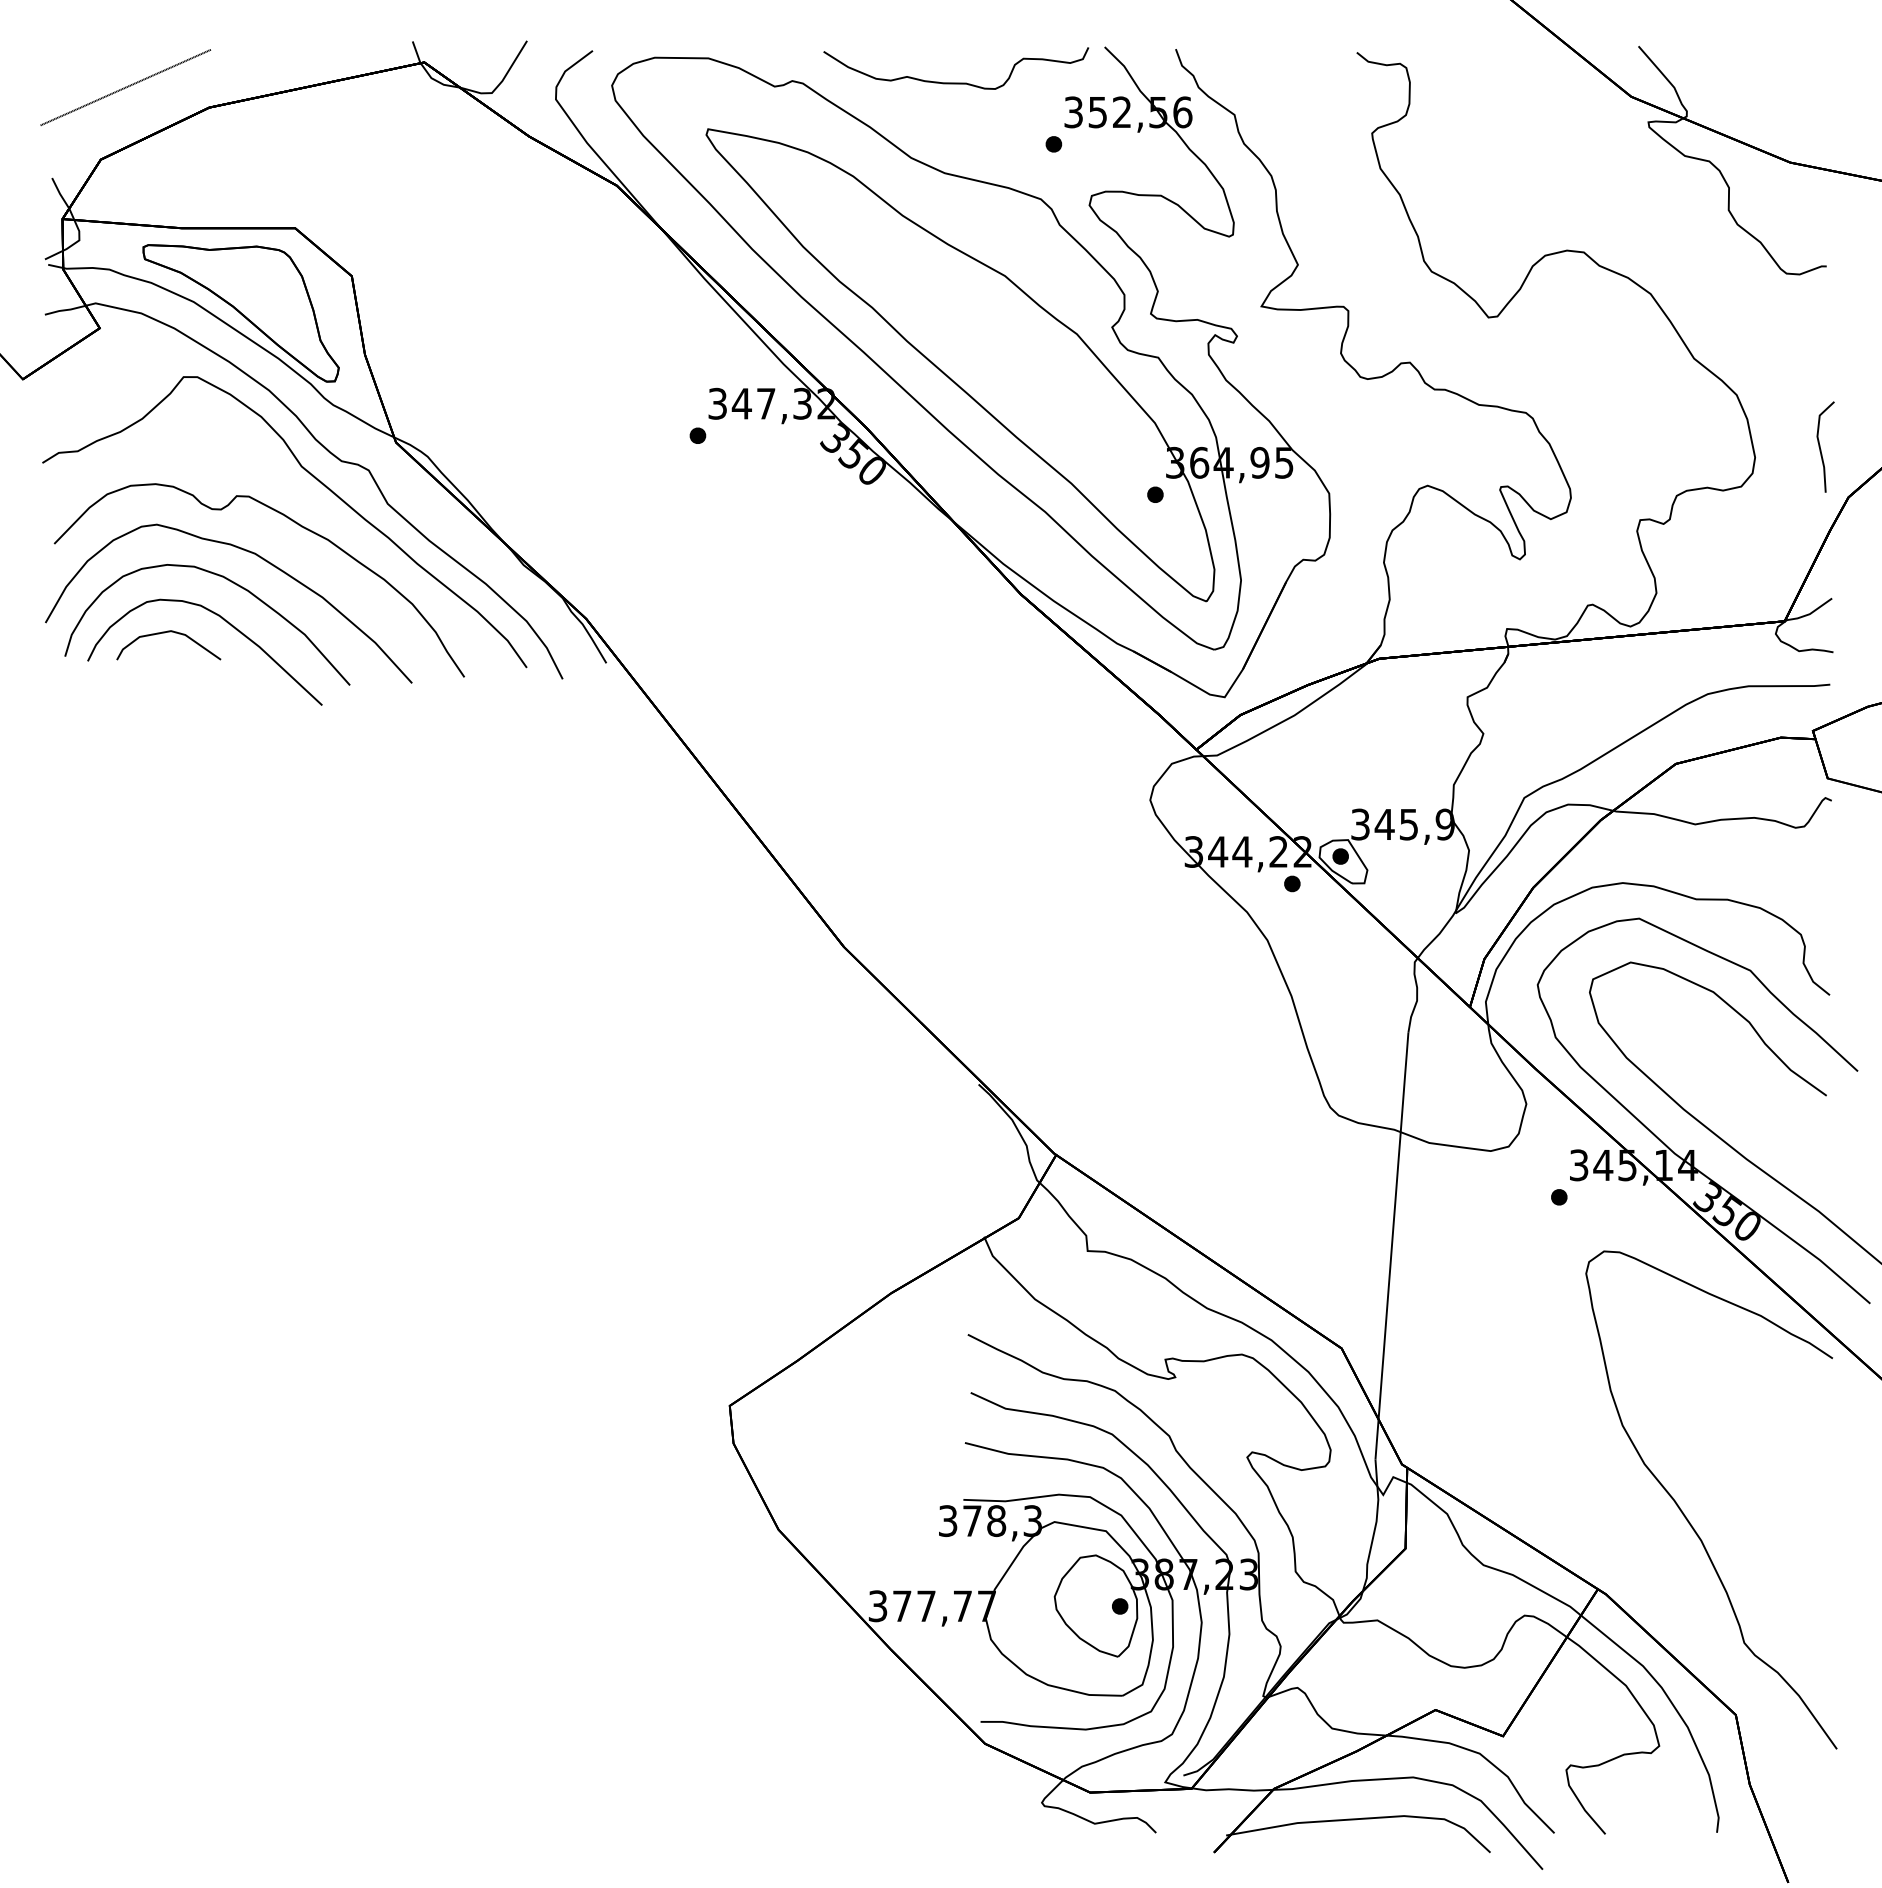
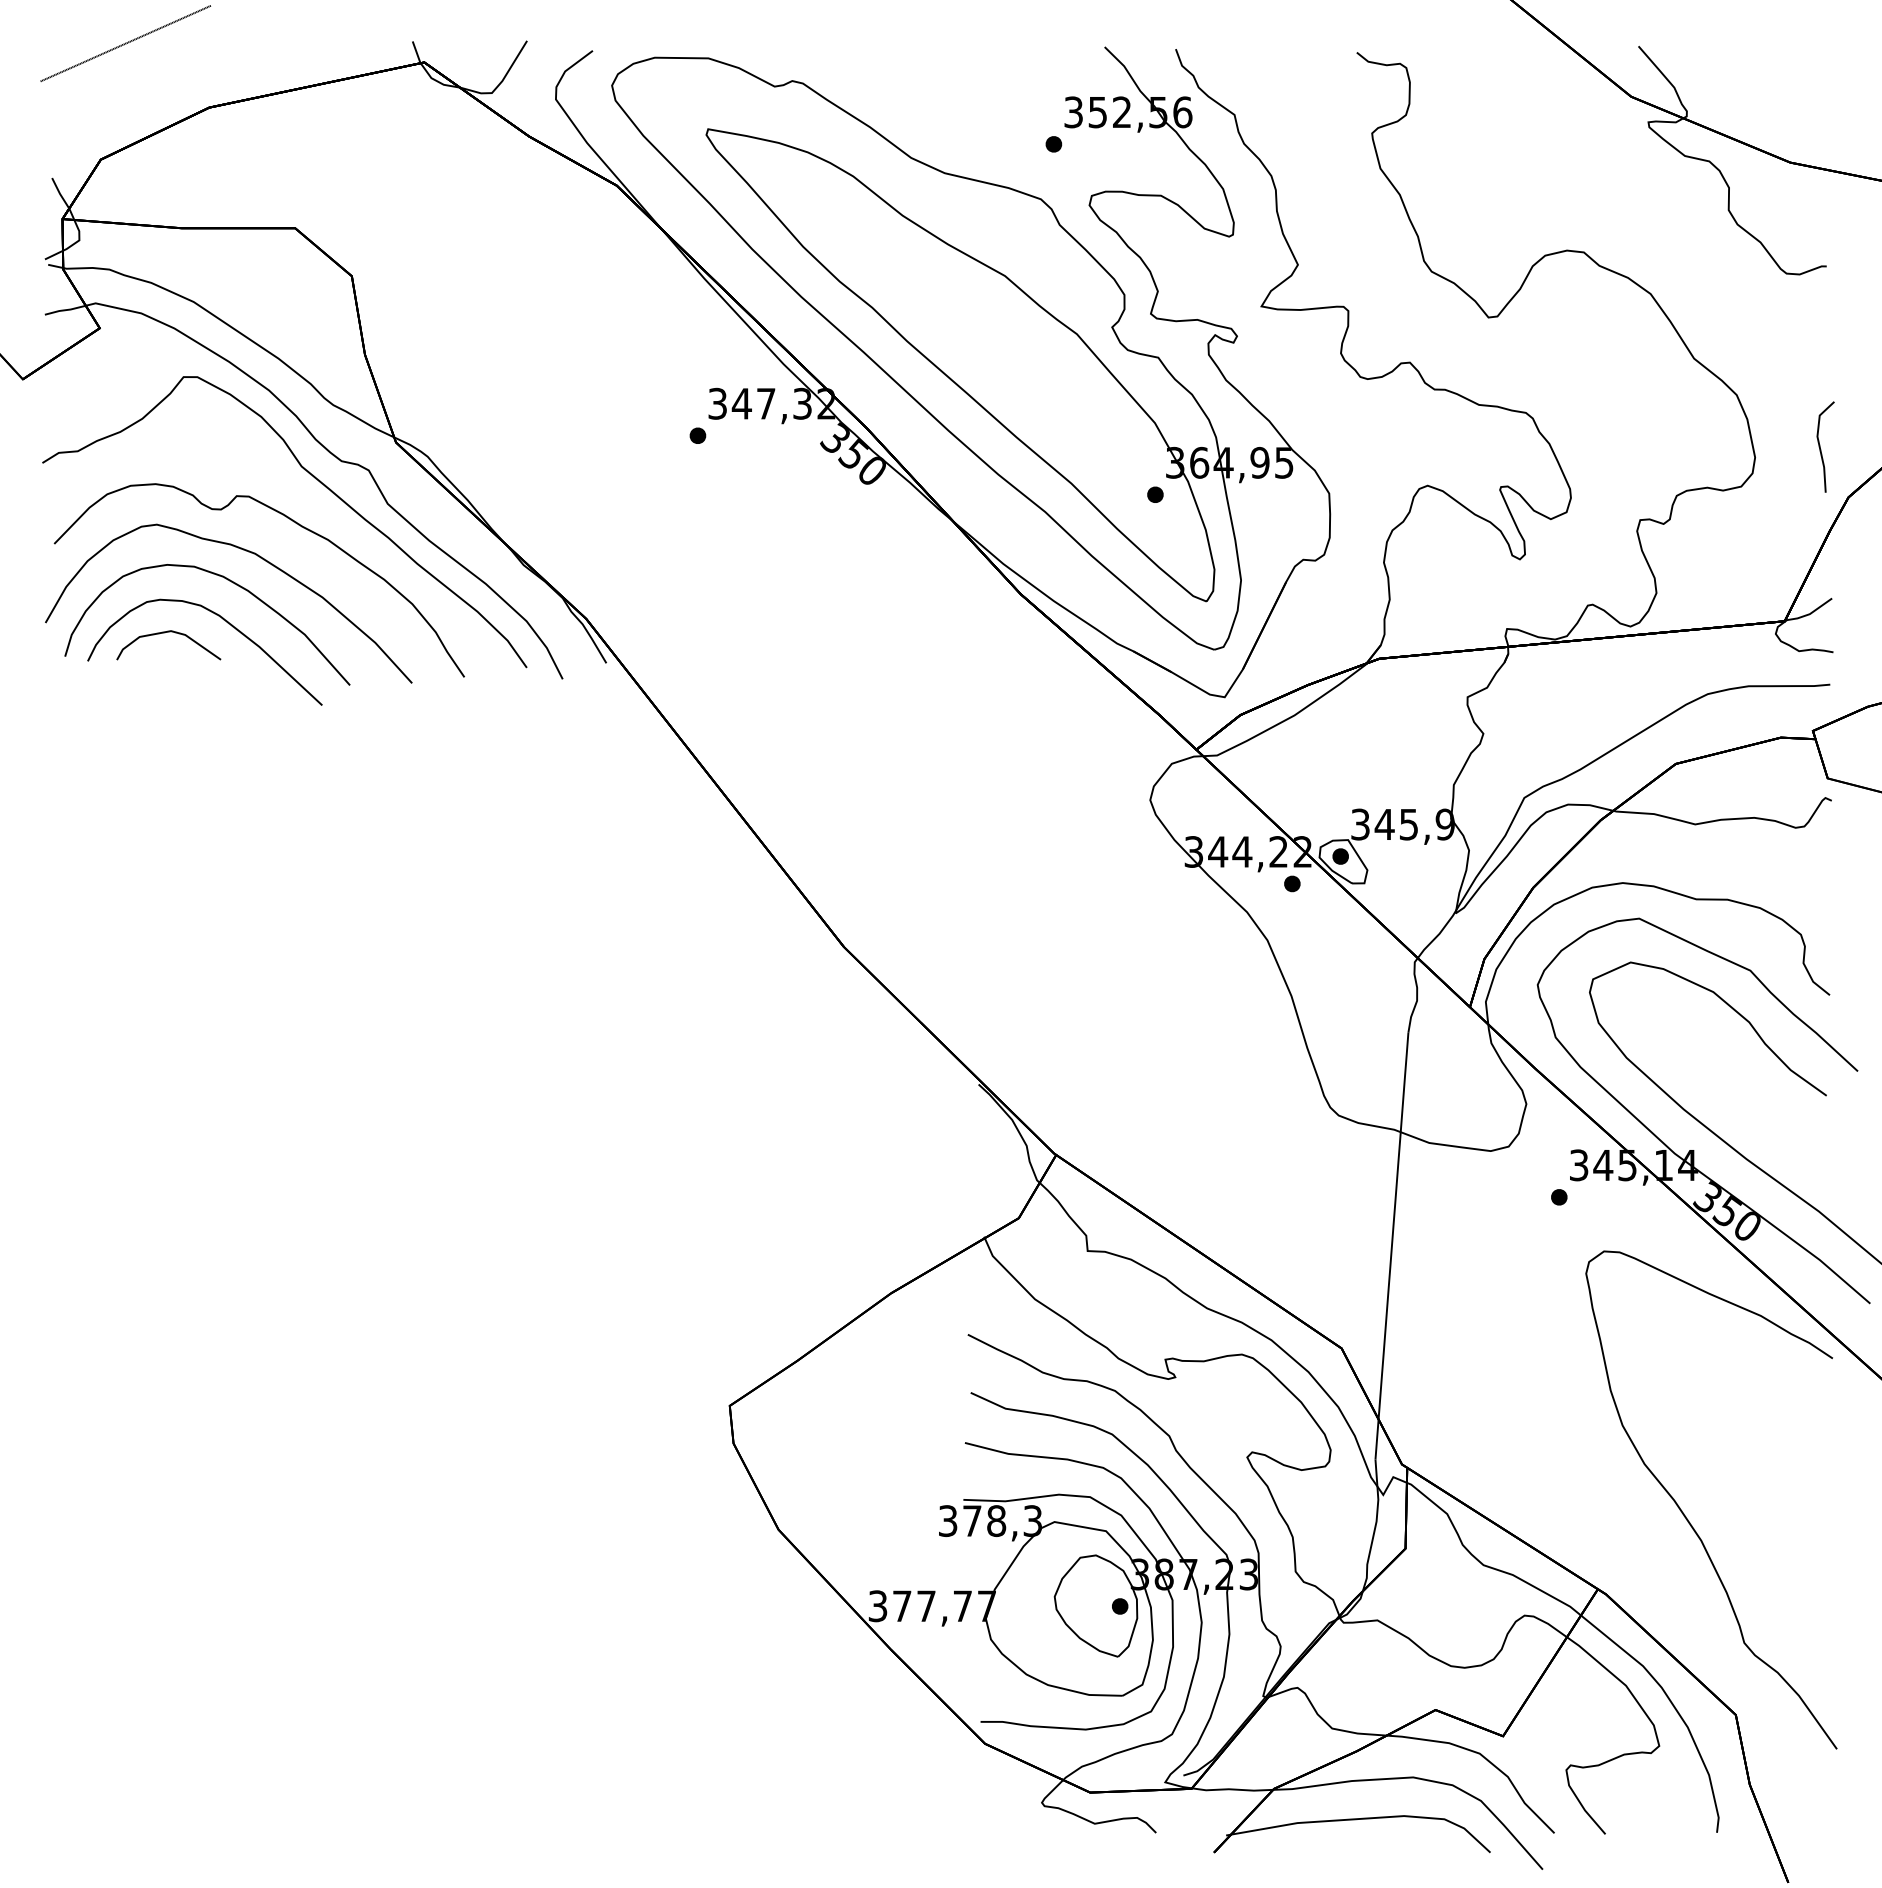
curve at (956, 82): present -> none
line at (125, 87) position: (125, 87) -> (125, 43)
part at (240, 313): present -> none
